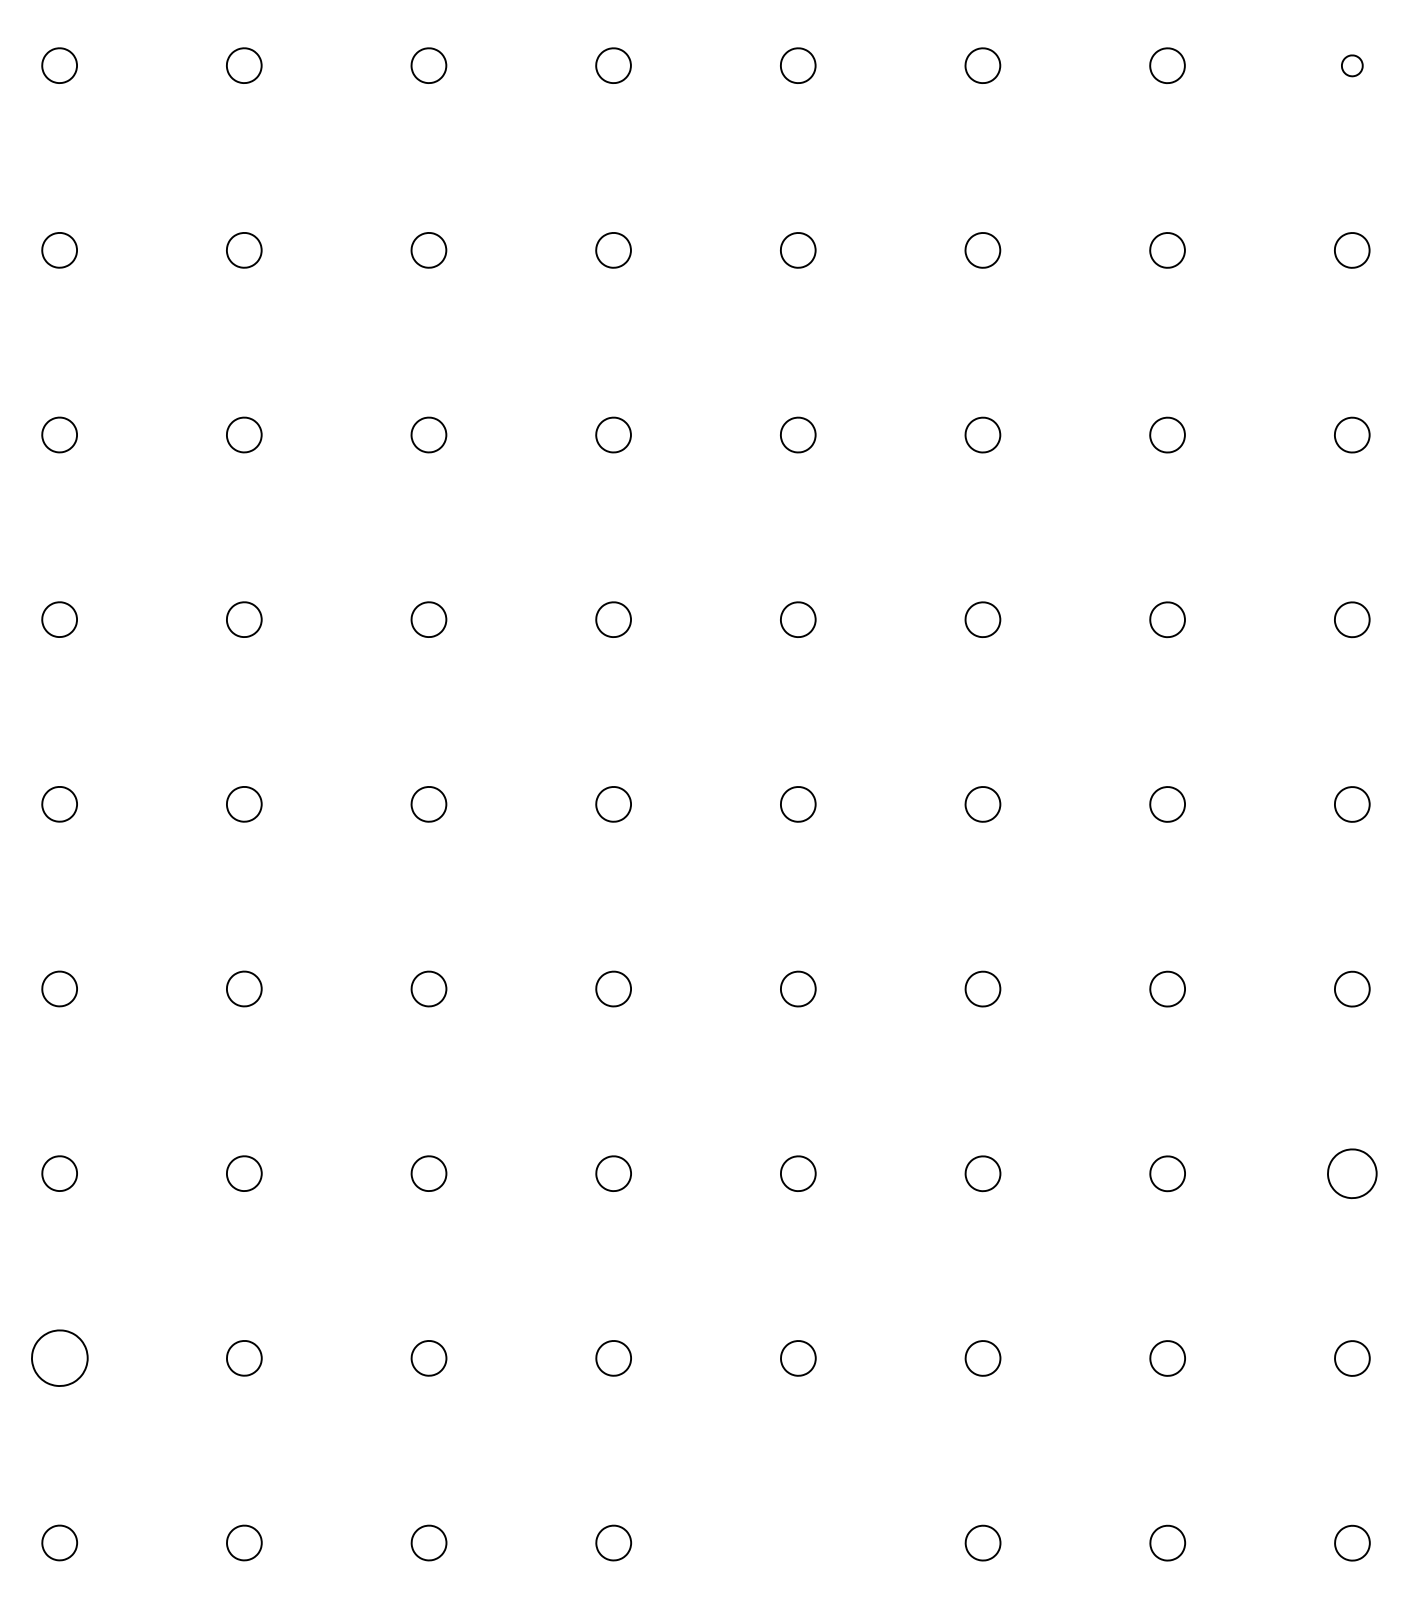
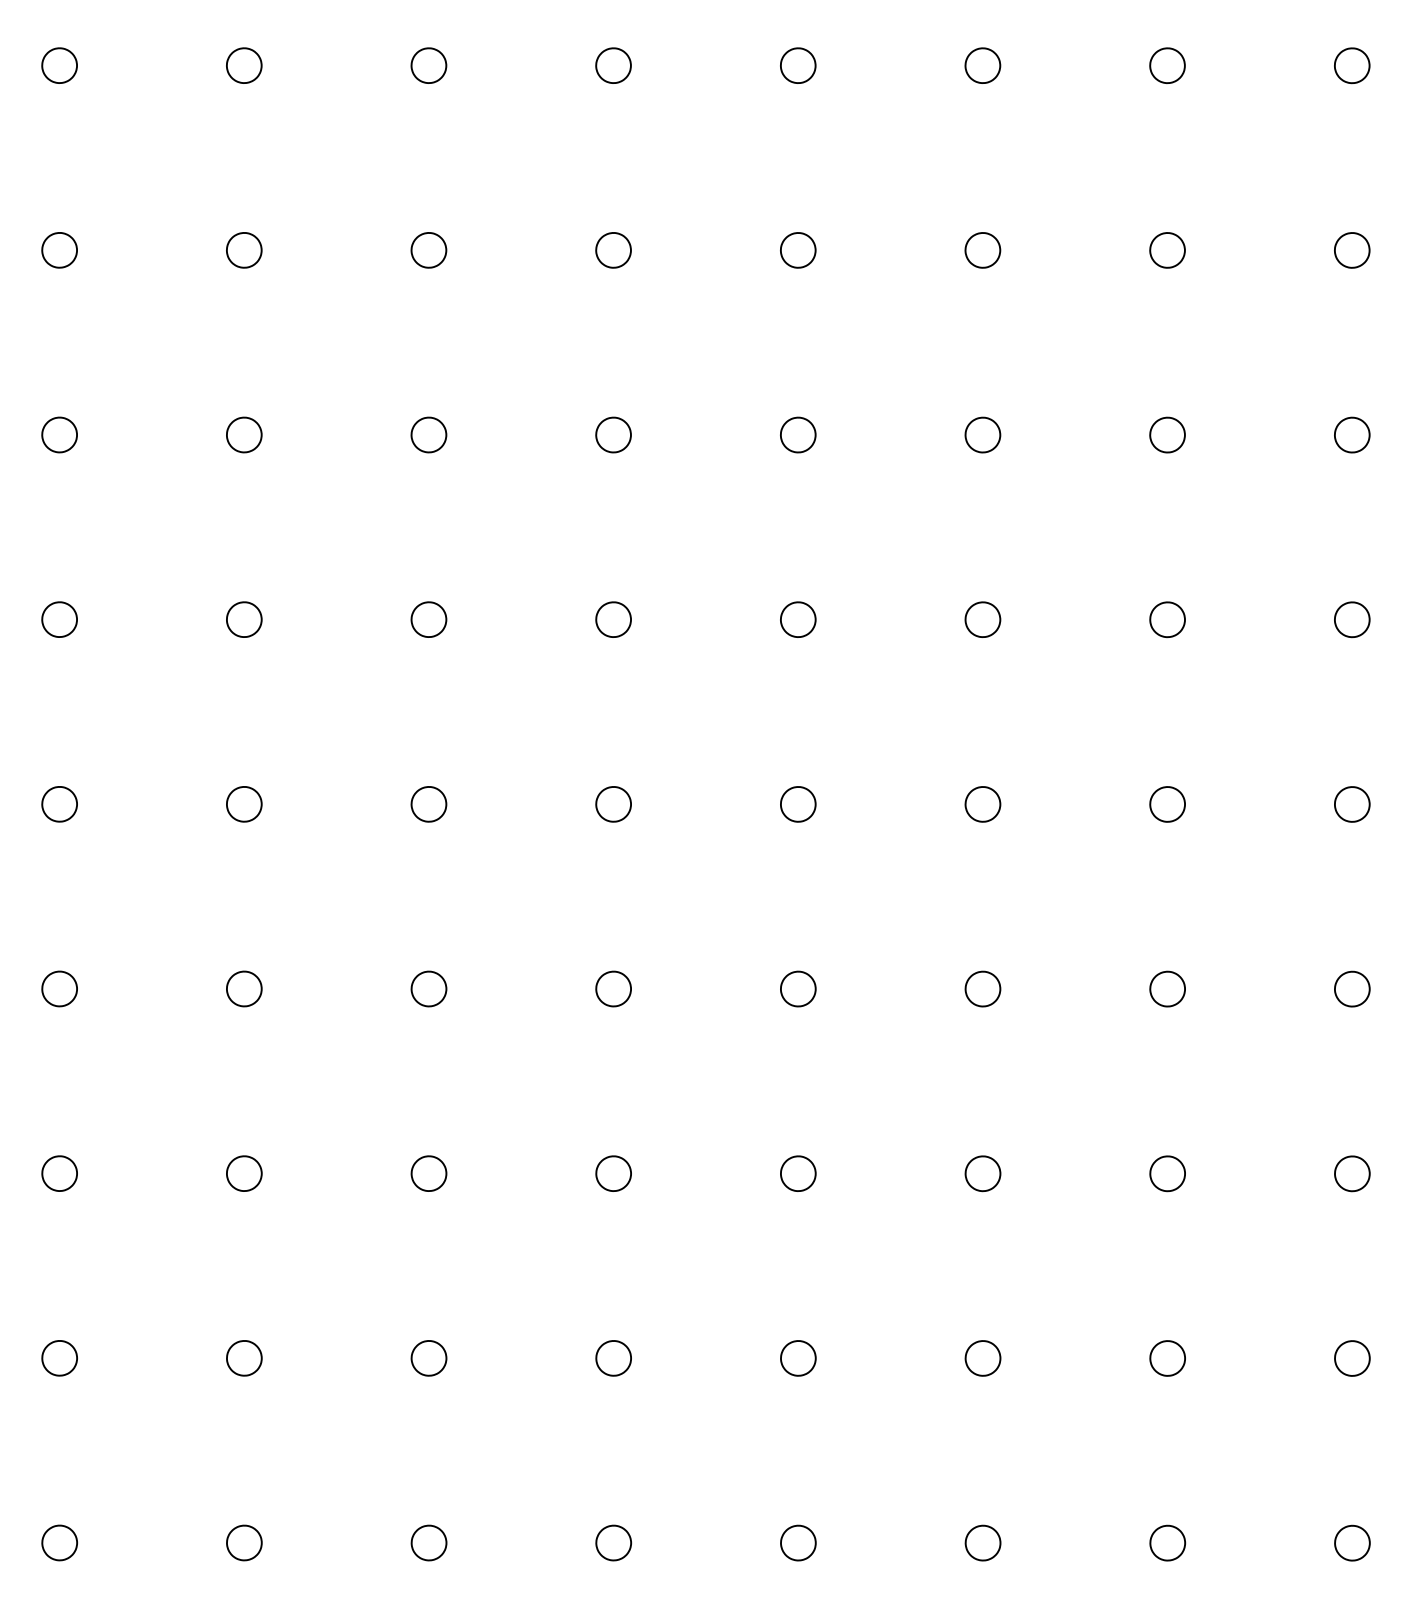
part at (1352, 65) size: 23x24 px -> 37x38 px
part at (1352, 1173) size: 51x51 px -> 37x38 px
part at (59, 1357) size: 58x58 px -> 37x37 px
part at (798, 1542): none -> present
